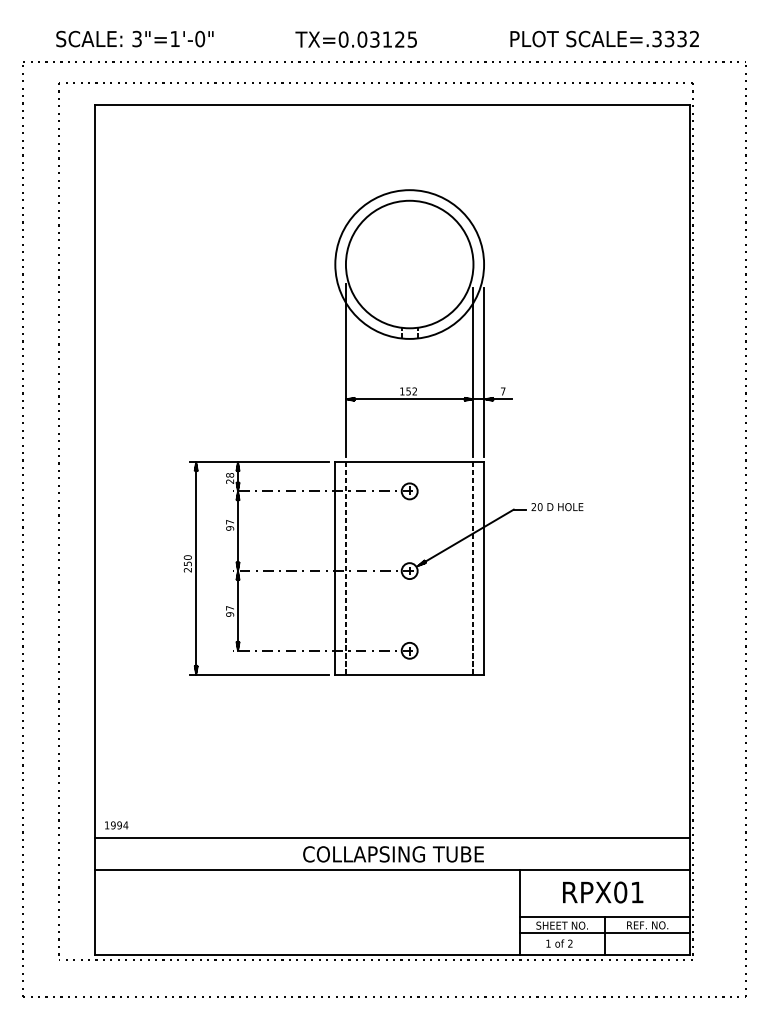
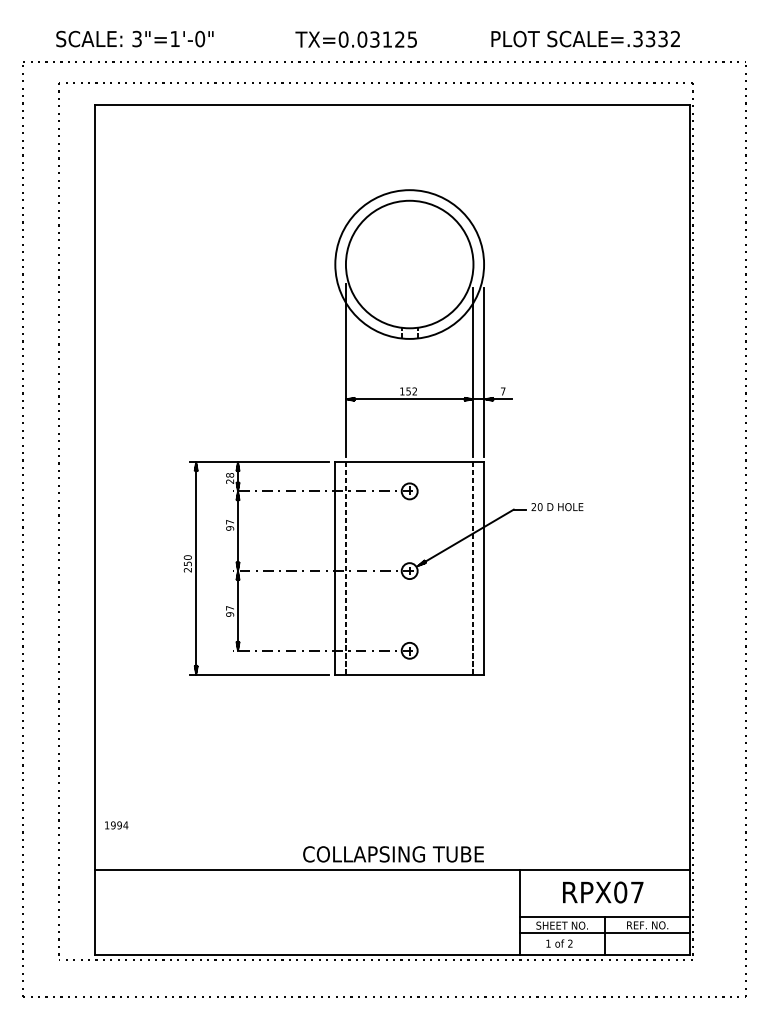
text at (604, 38) position: (604, 38) -> (585, 38)
line at (392, 837): present -> none
text at (637, 892): RPX01 -> RPX07
